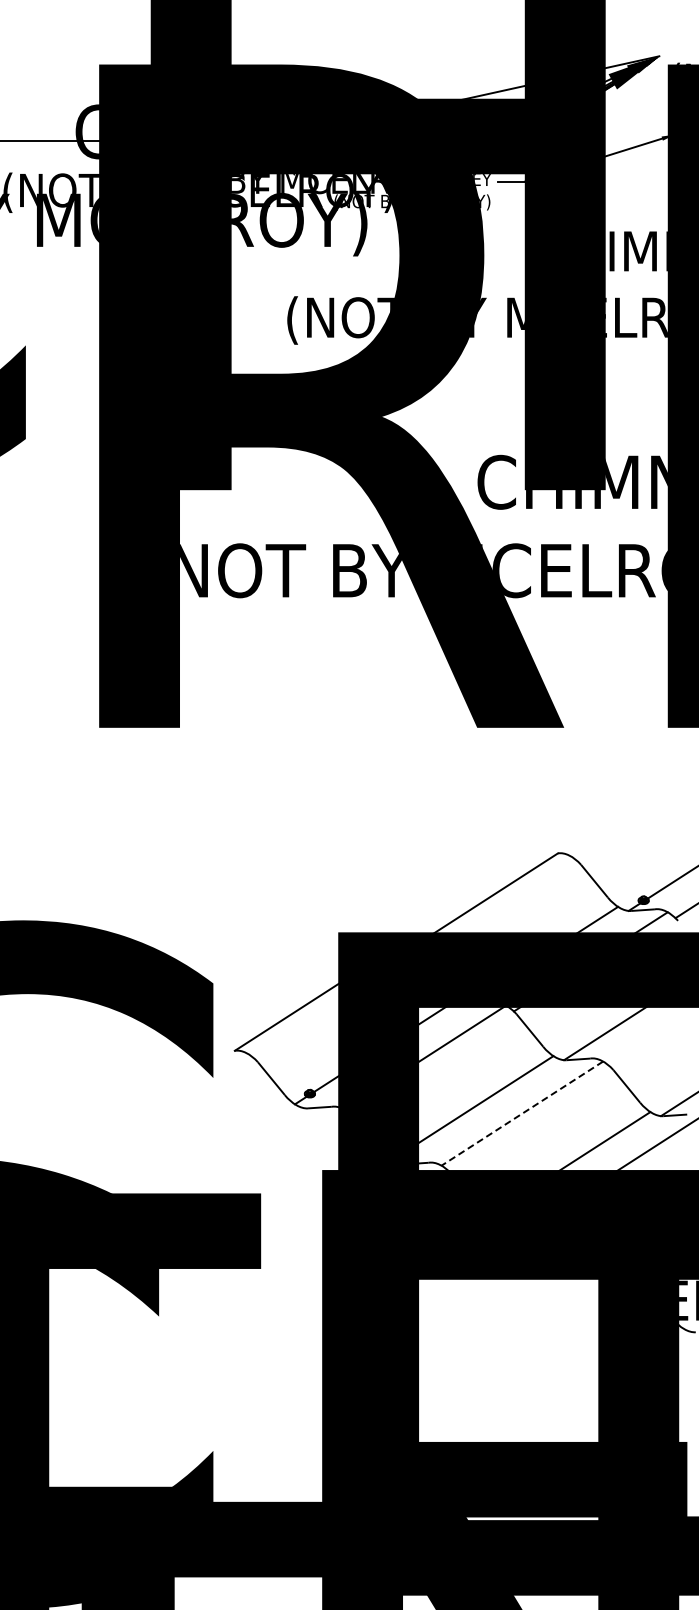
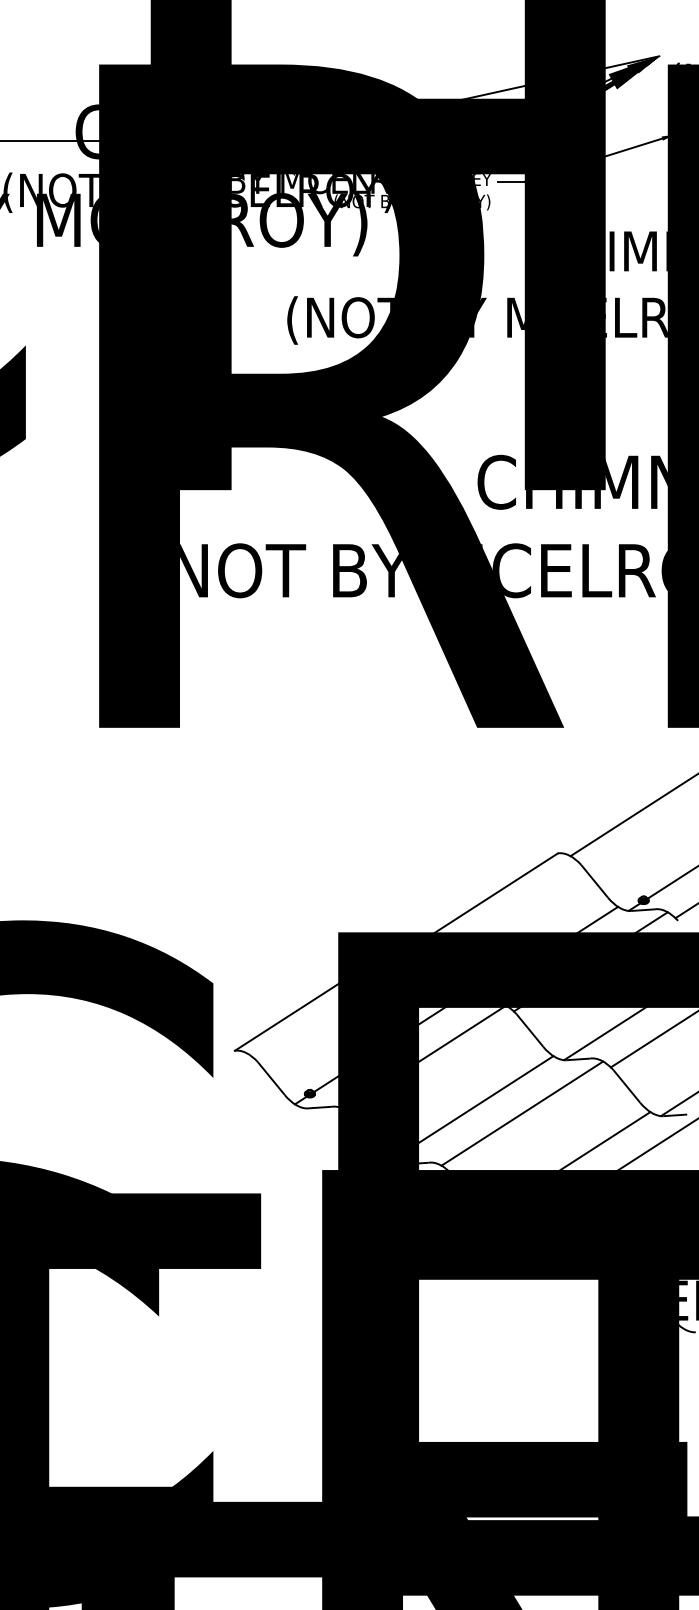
line at (632, 815): none -> present
line at (652, 1039): none -> present
line at (521, 1113): dashed -> solid
